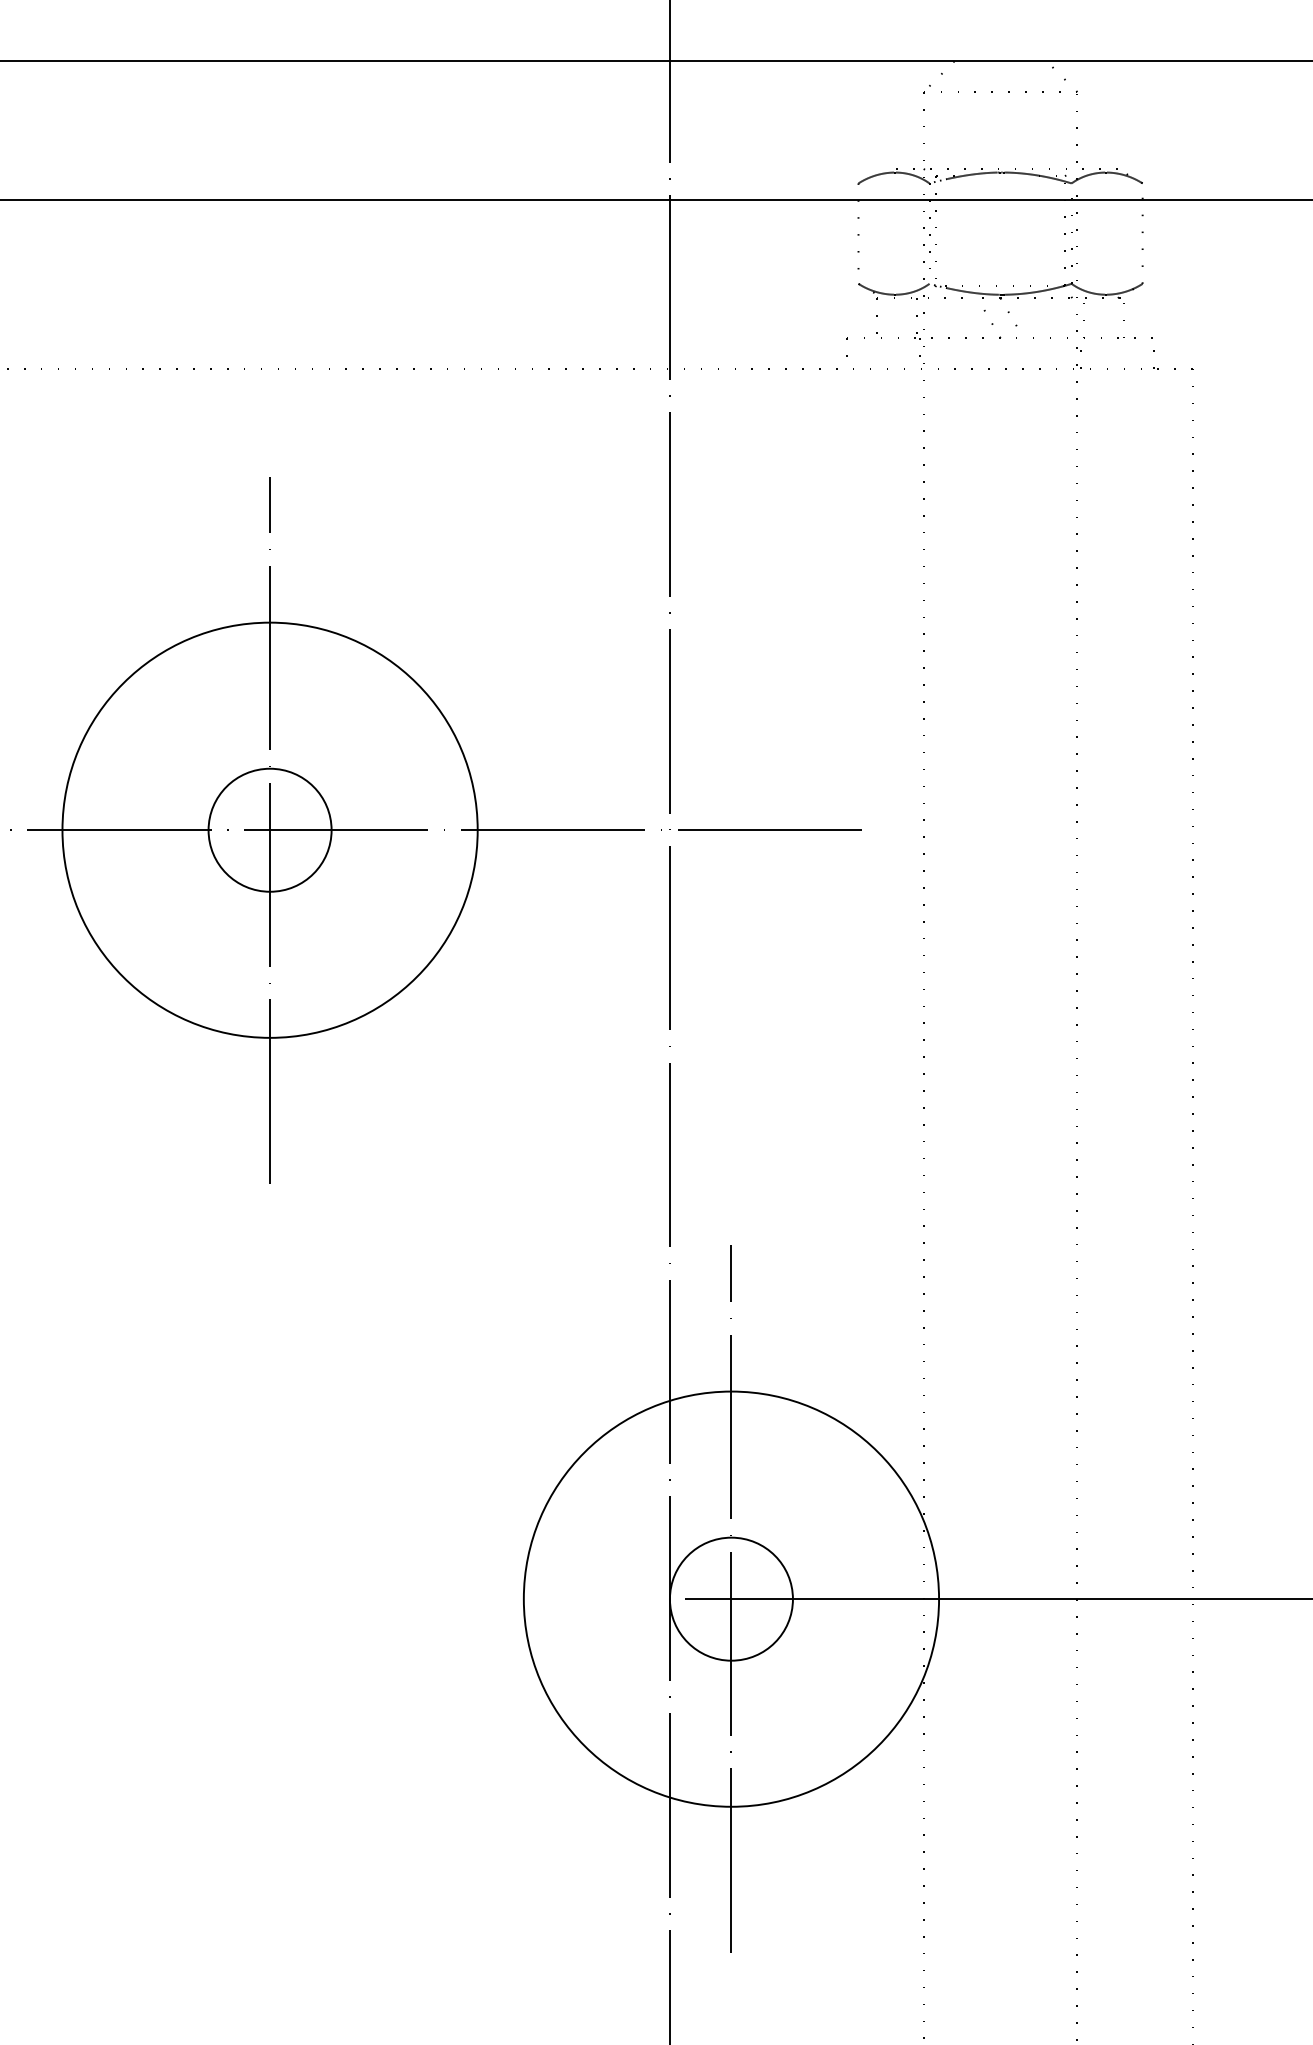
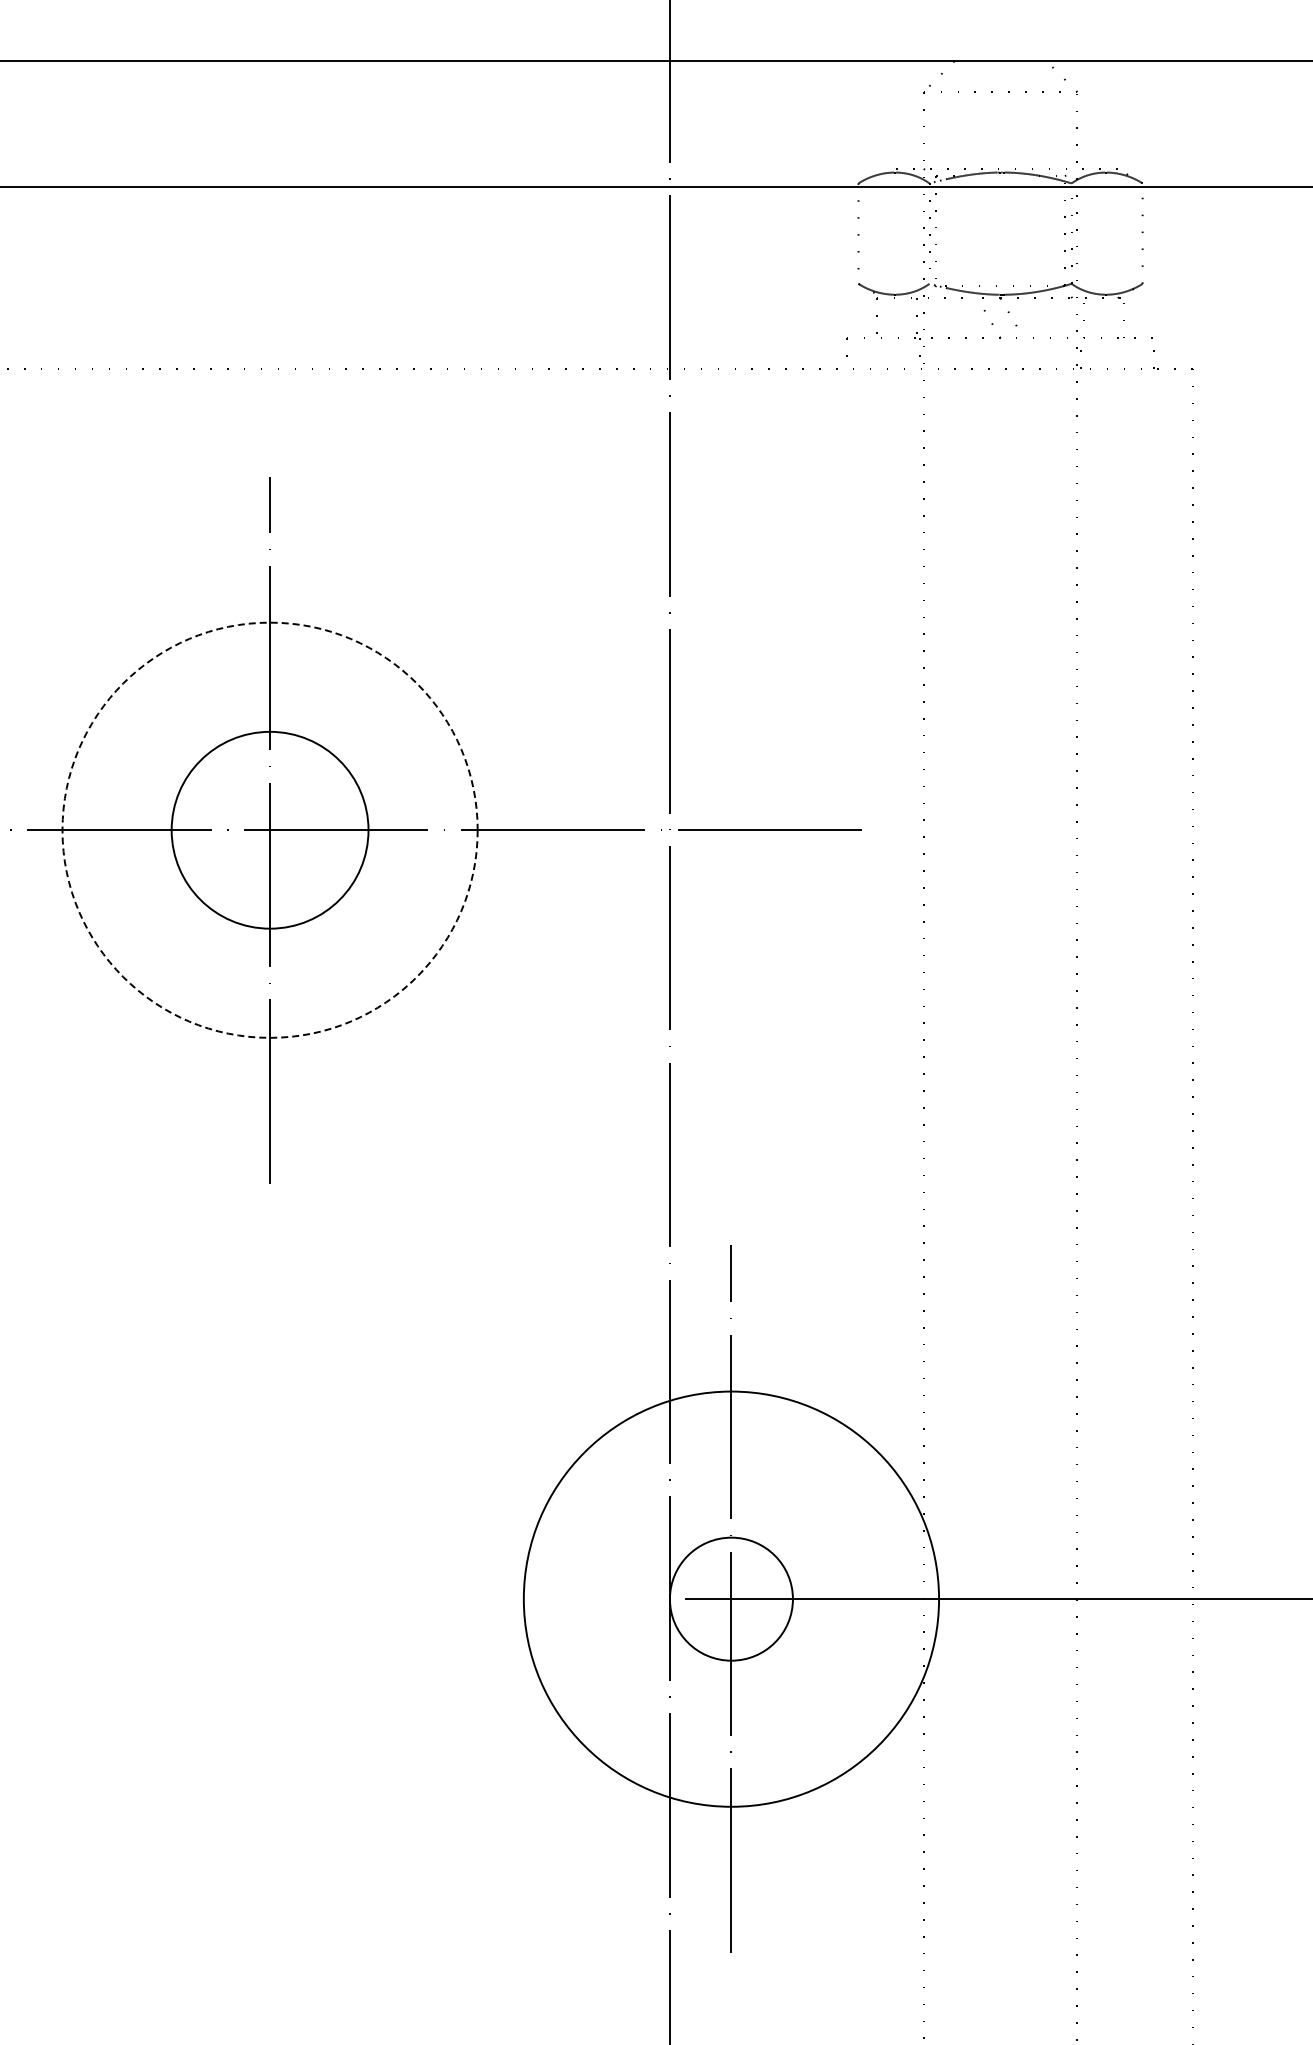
line at (655, 199) position: (655, 199) -> (655, 186)
circle at (269, 829) diameter: 123 px -> 197 px
circle at (269, 829): solid -> dashed
